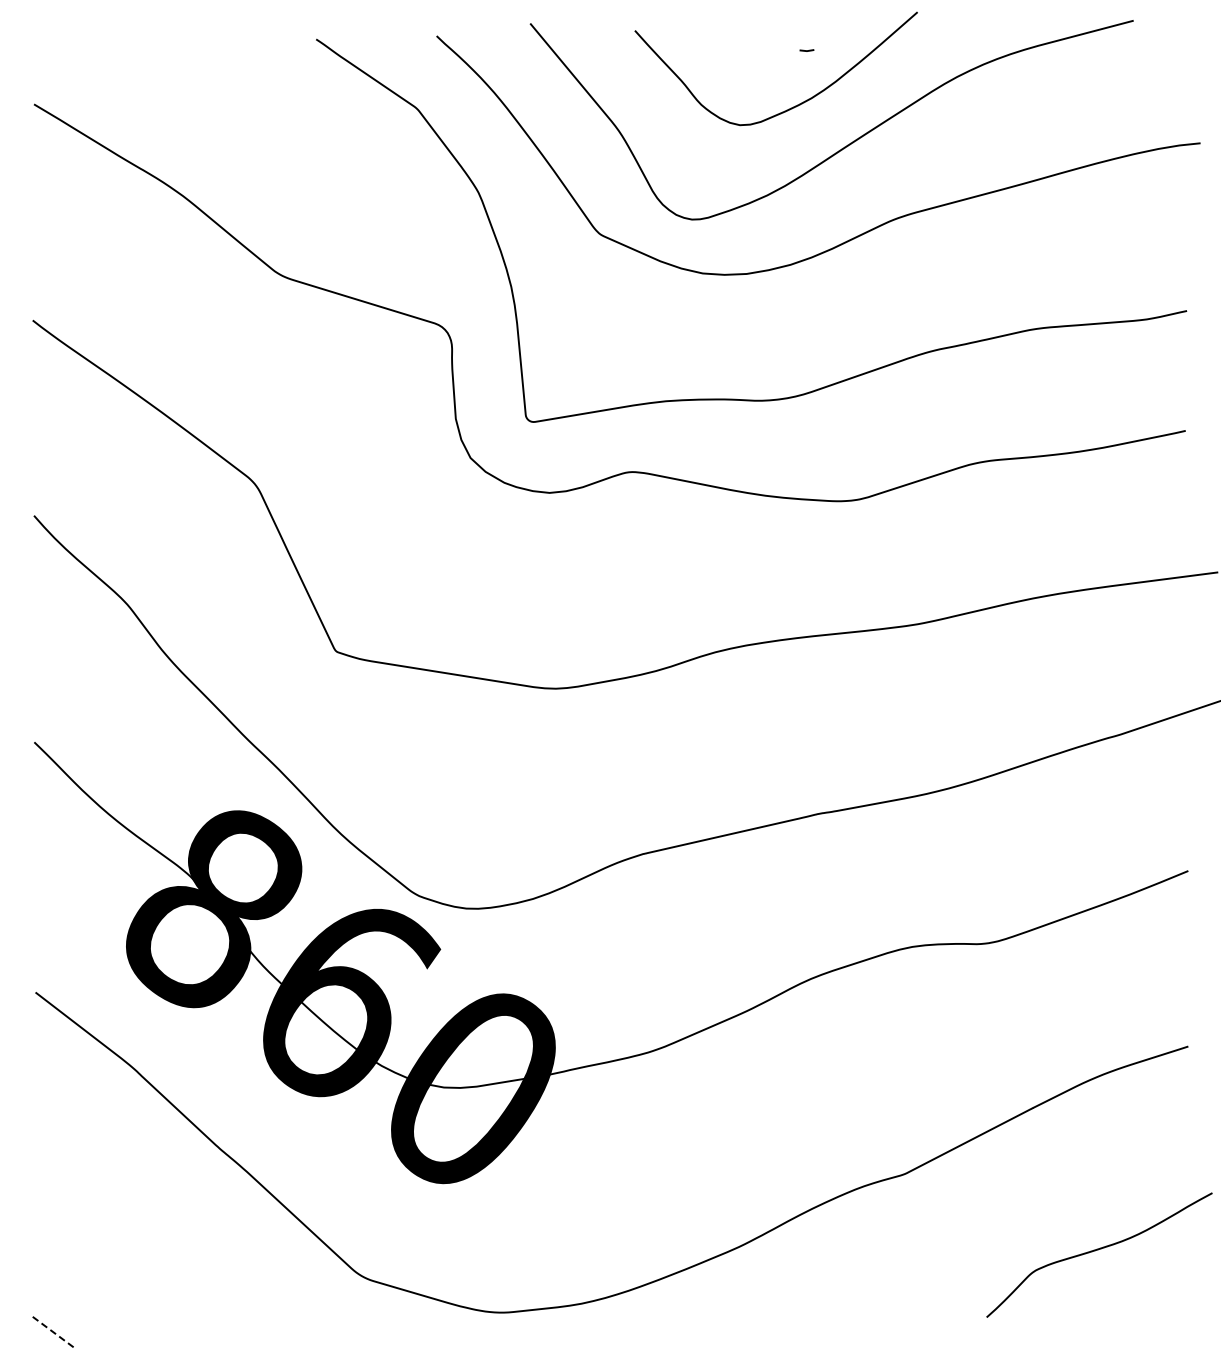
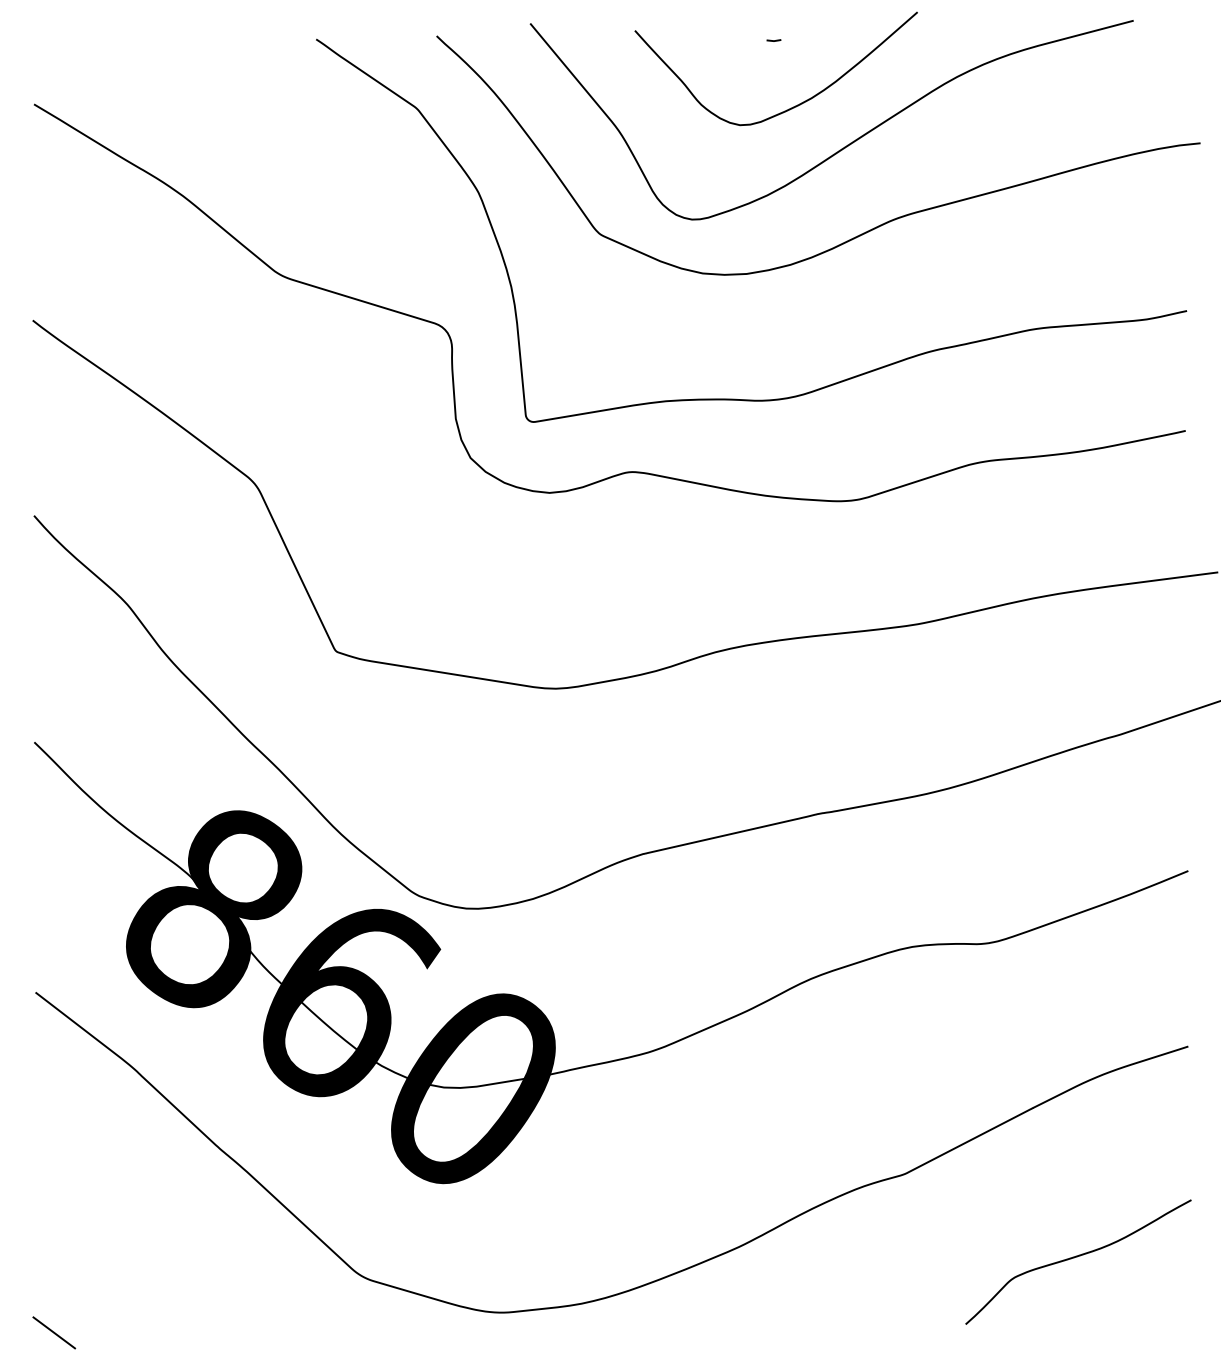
line at (806, 50) position: (806, 50) -> (773, 40)
curve at (1098, 1250) position: (1098, 1250) -> (1077, 1257)
line at (54, 1332): dashed -> solid
